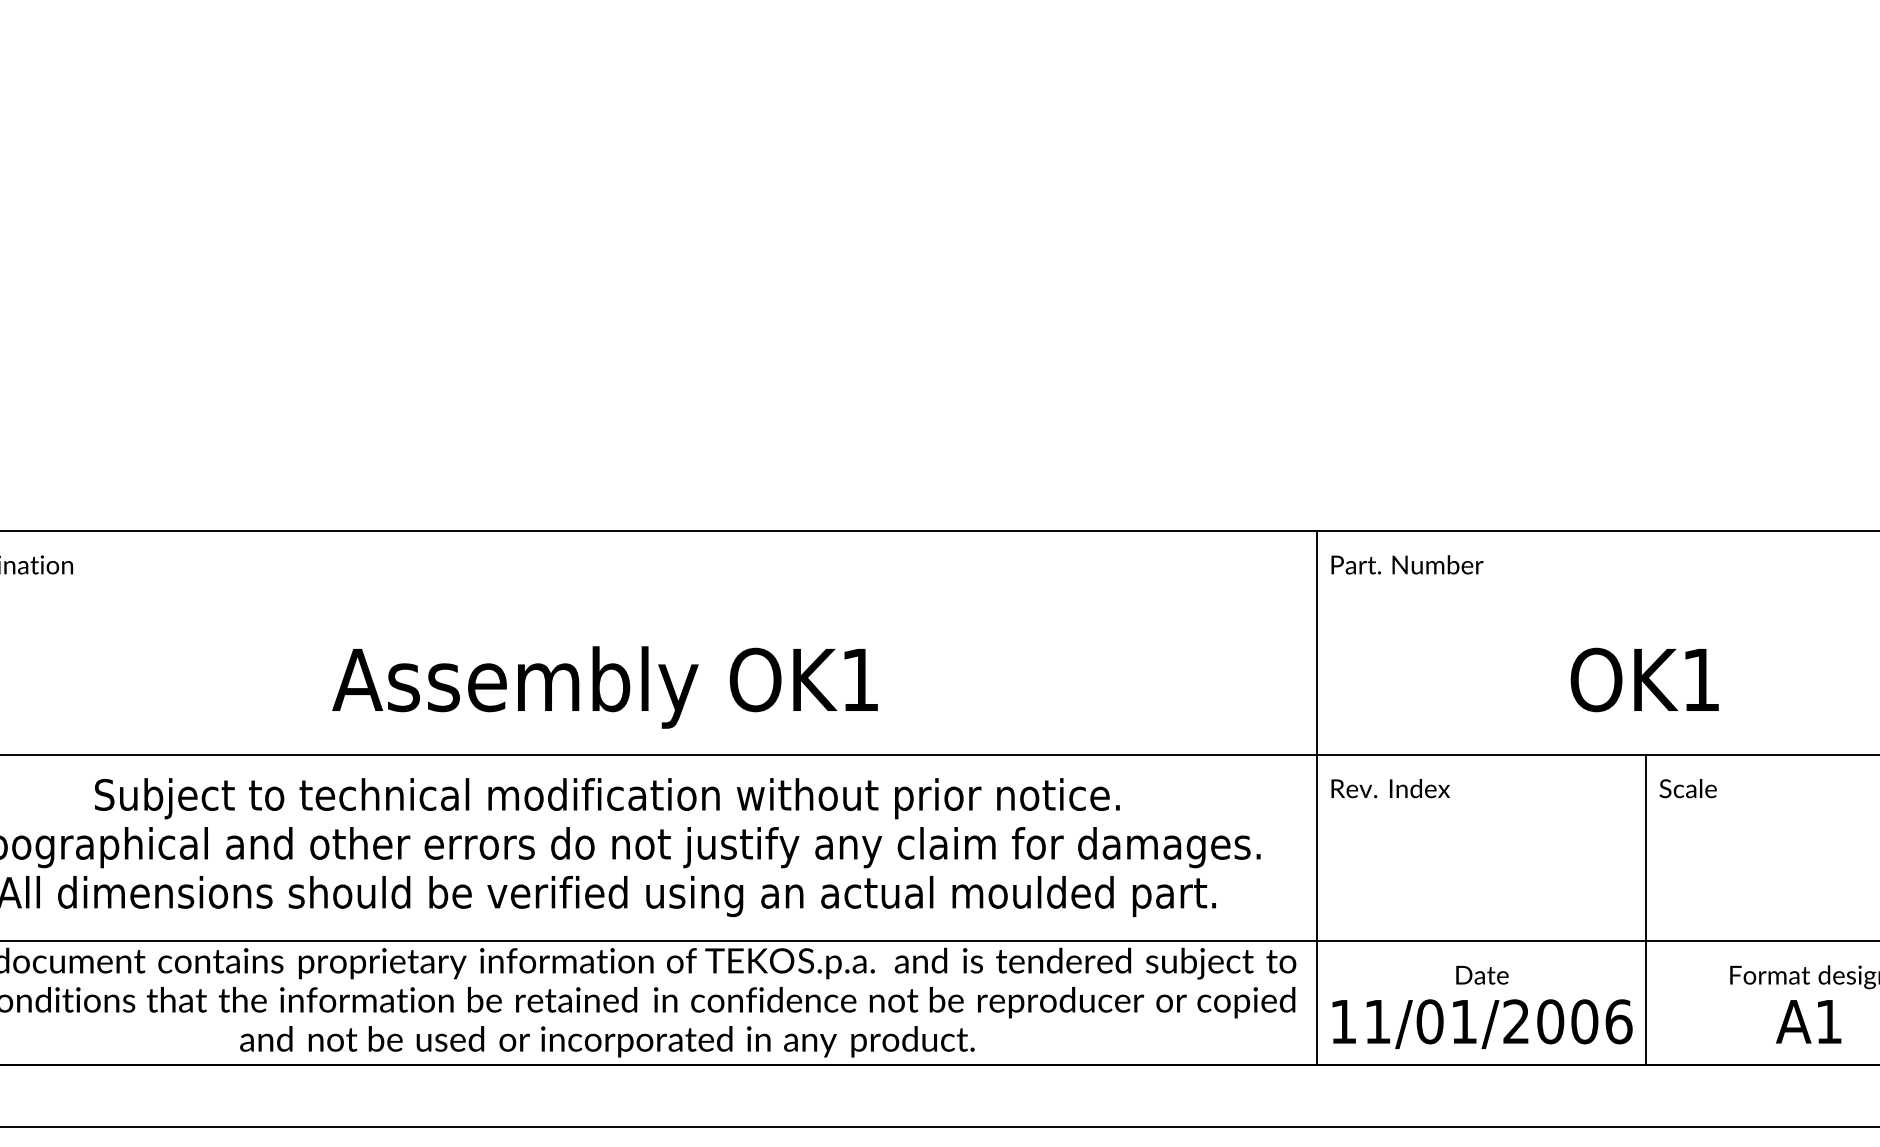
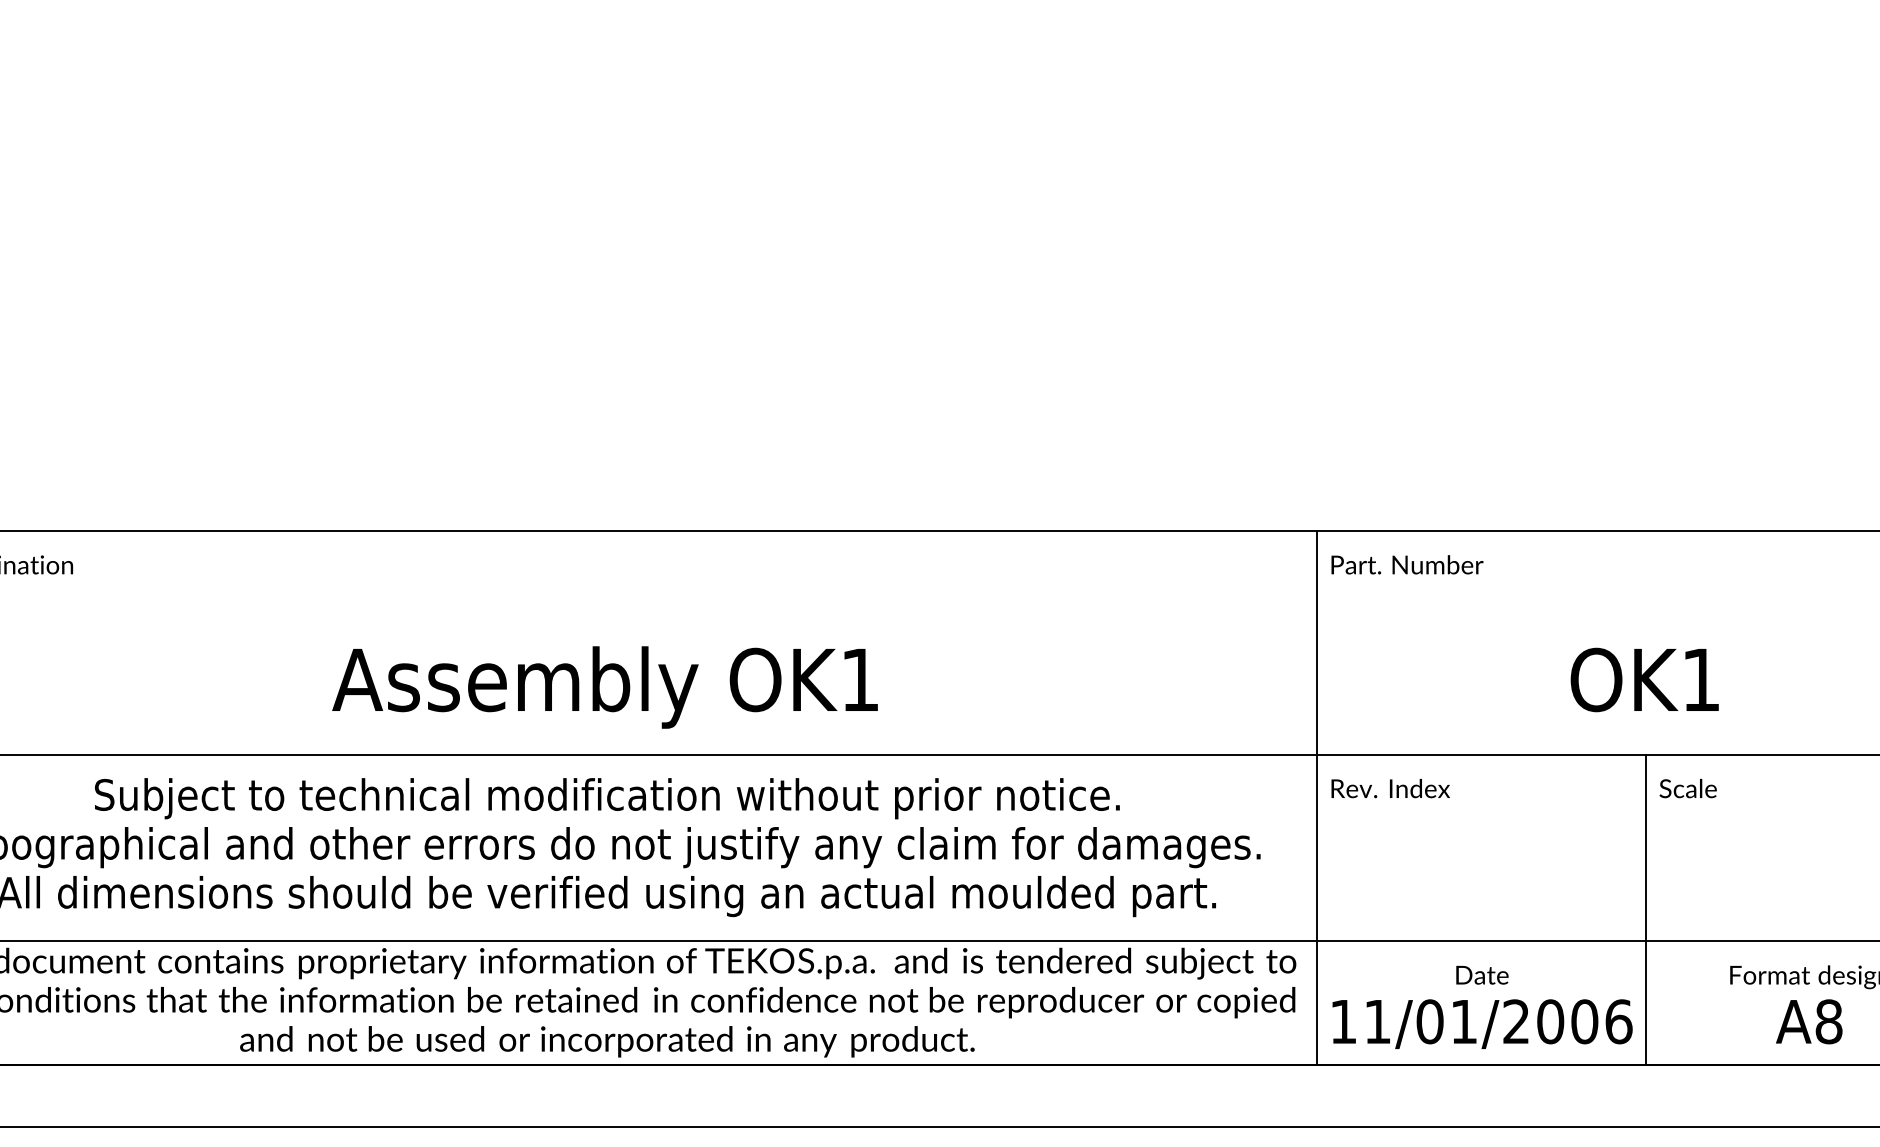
text at (1828, 1021): A1 -> A8
